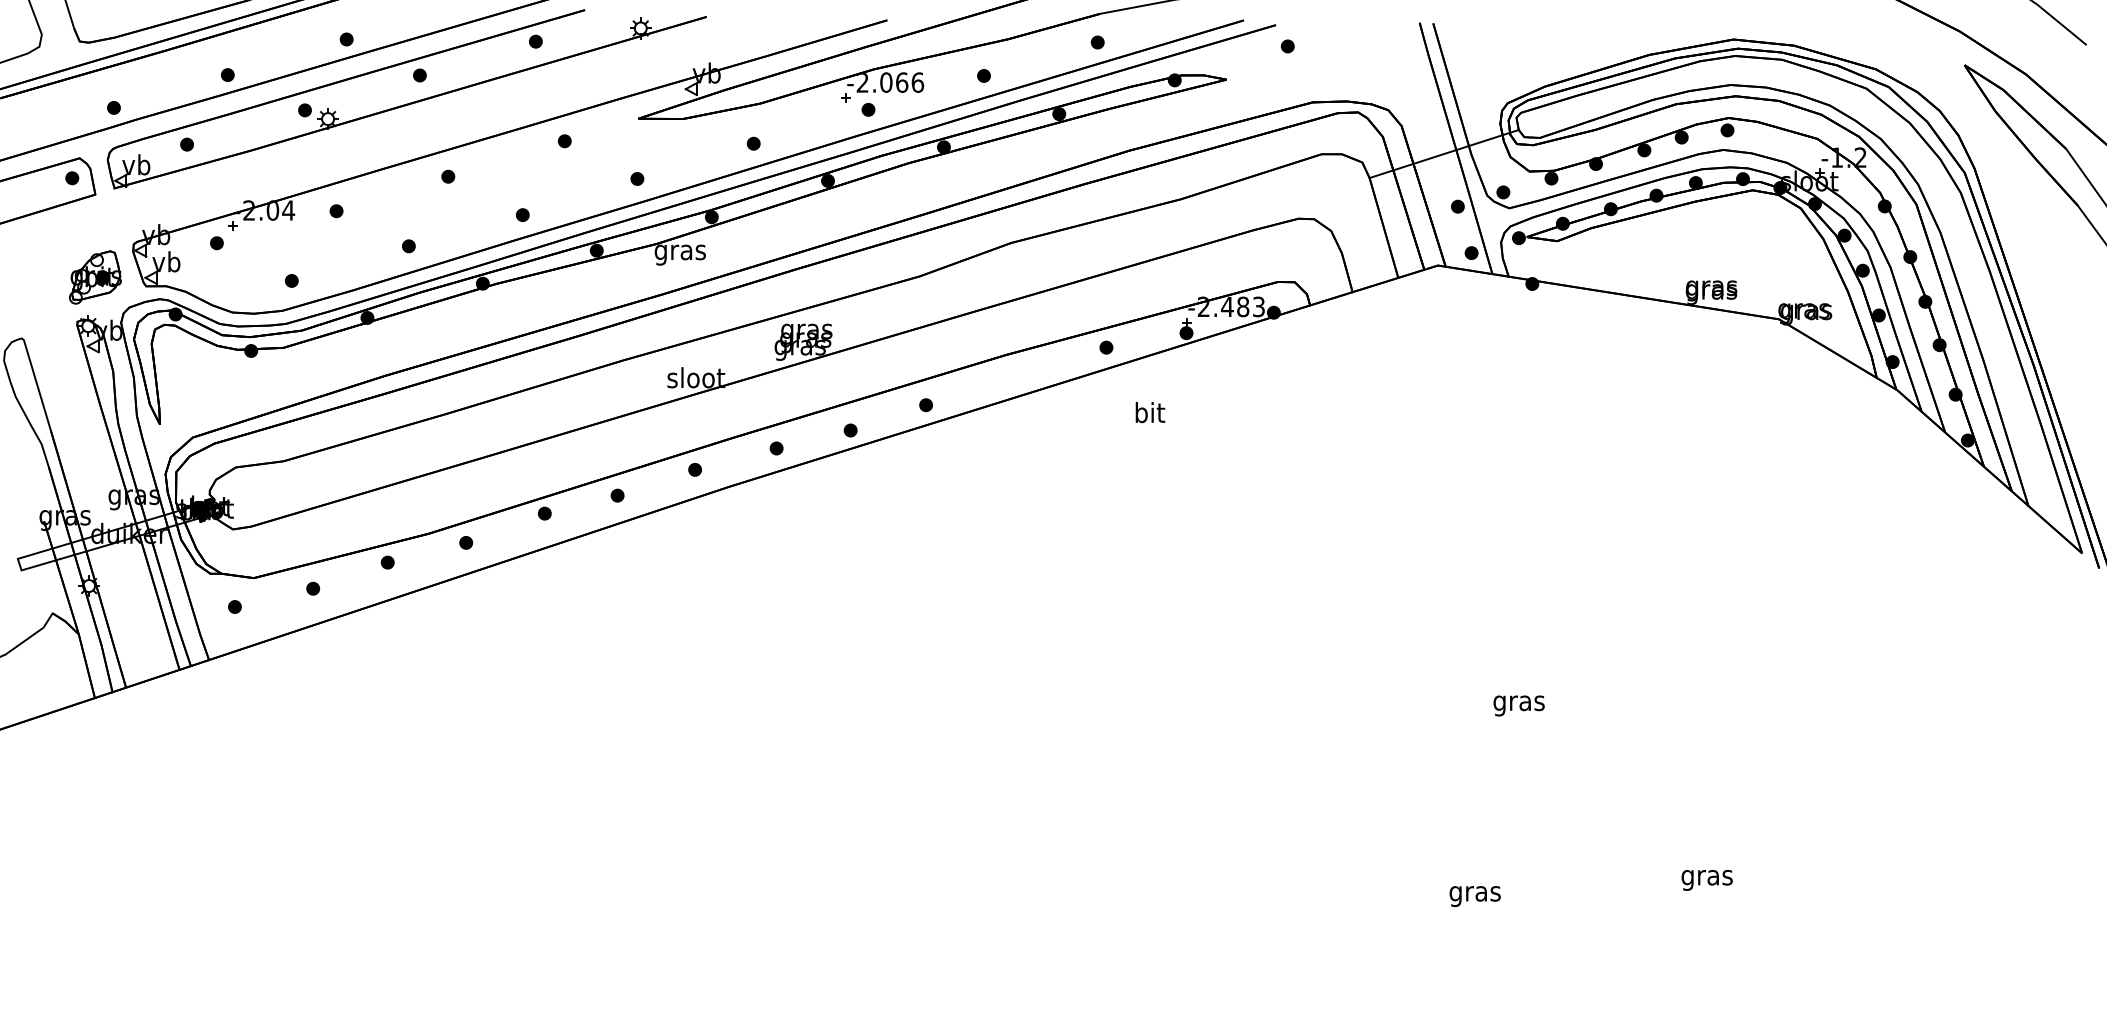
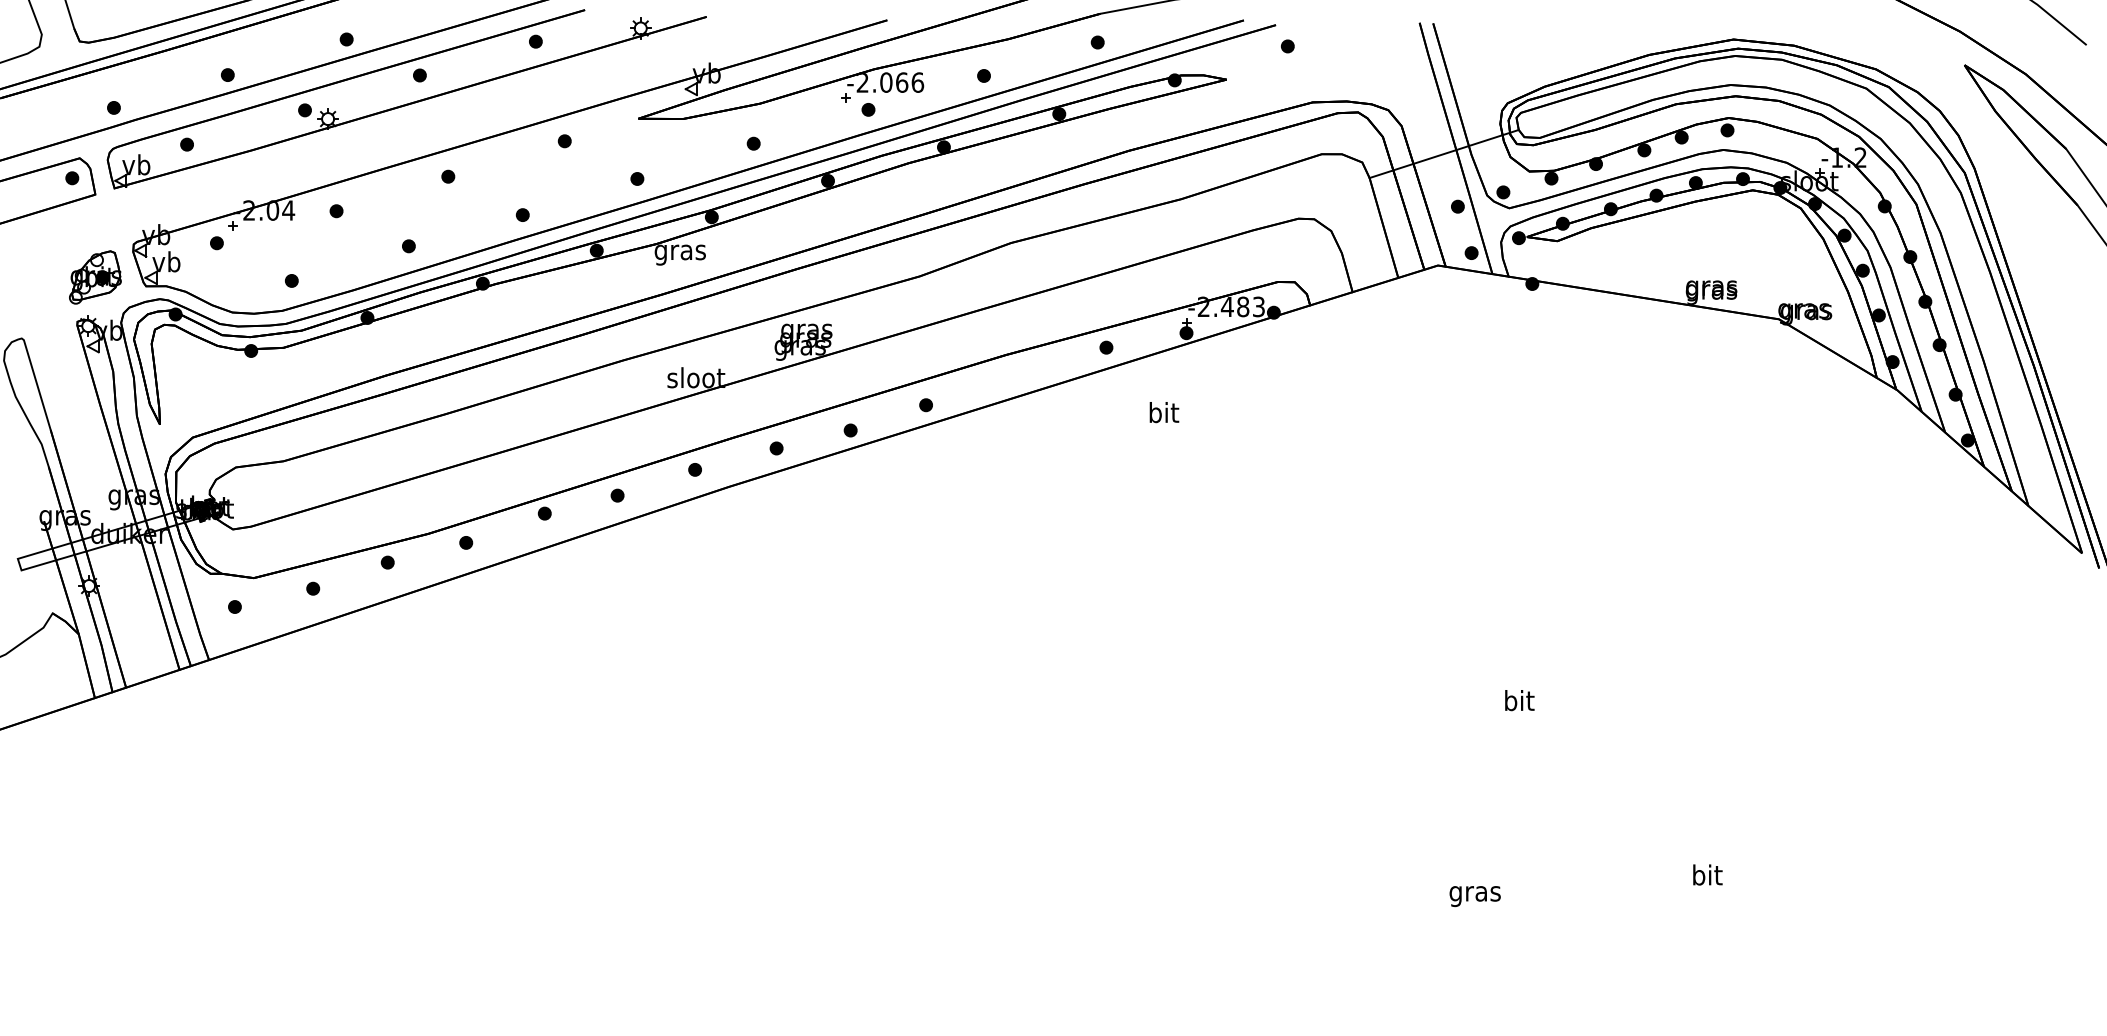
text at (1150, 412) position: (1150, 412) -> (1164, 412)
text at (1518, 703): gras -> bit
text at (1706, 877): gras -> bit
